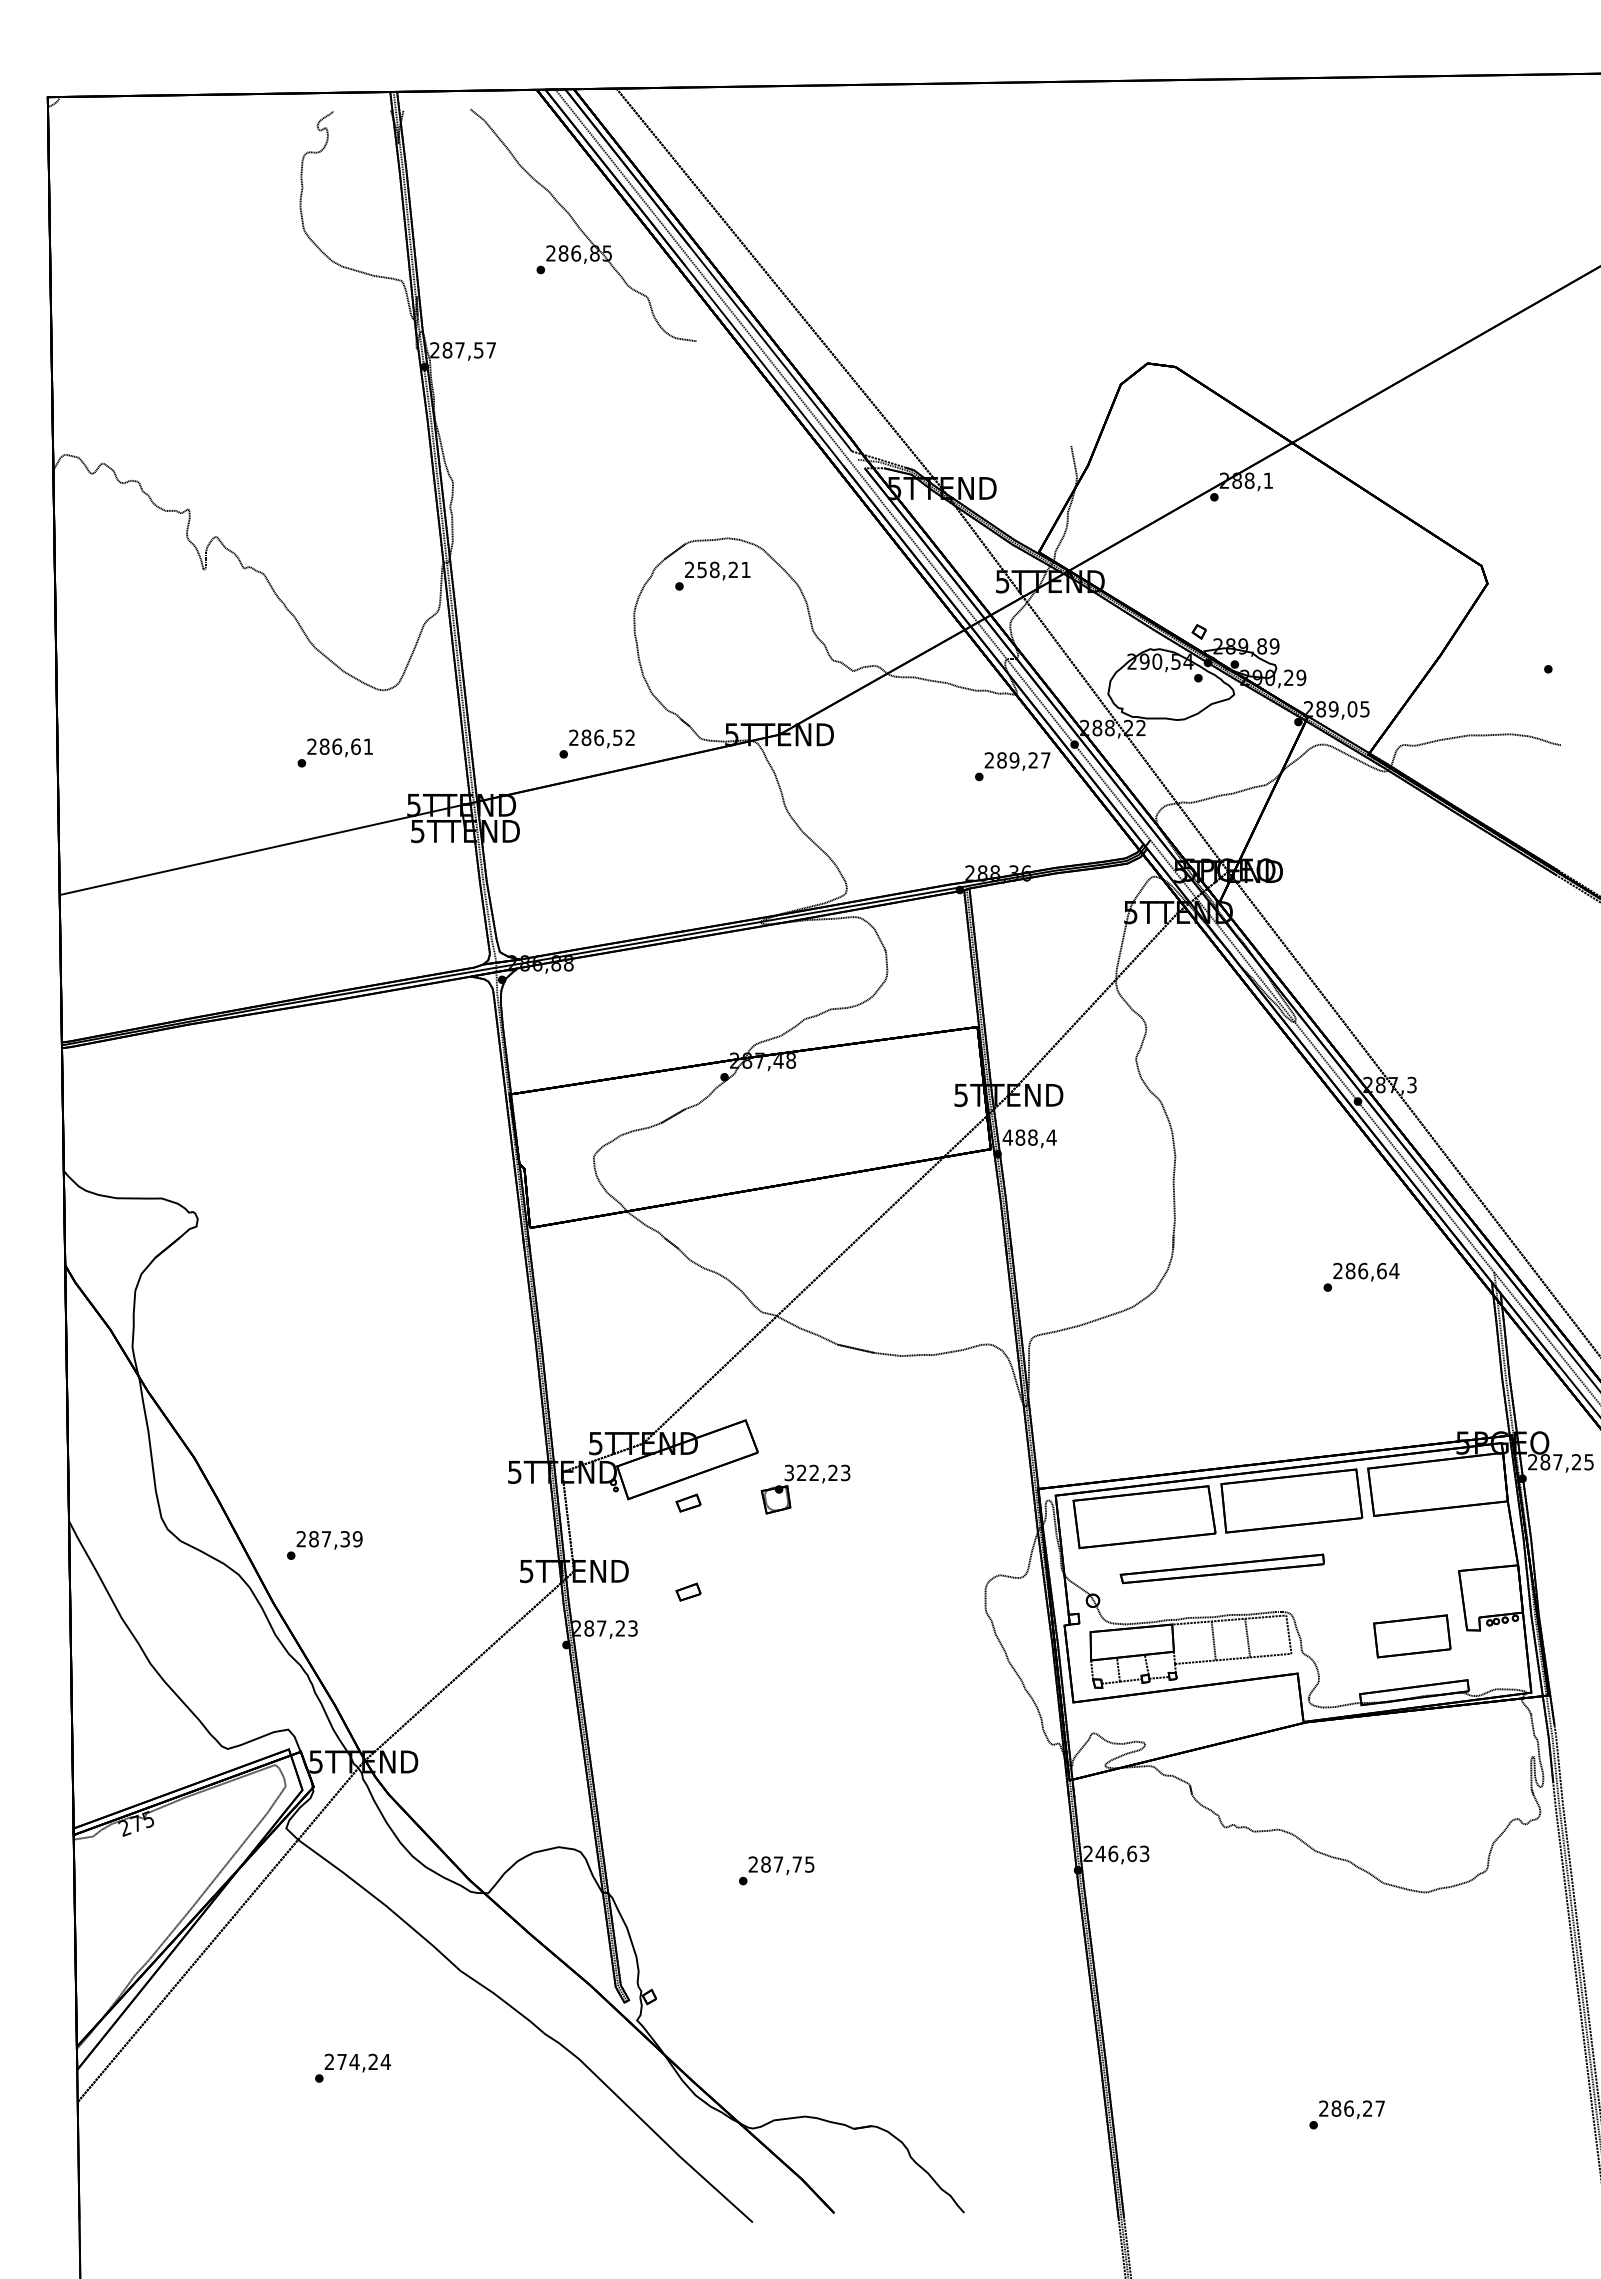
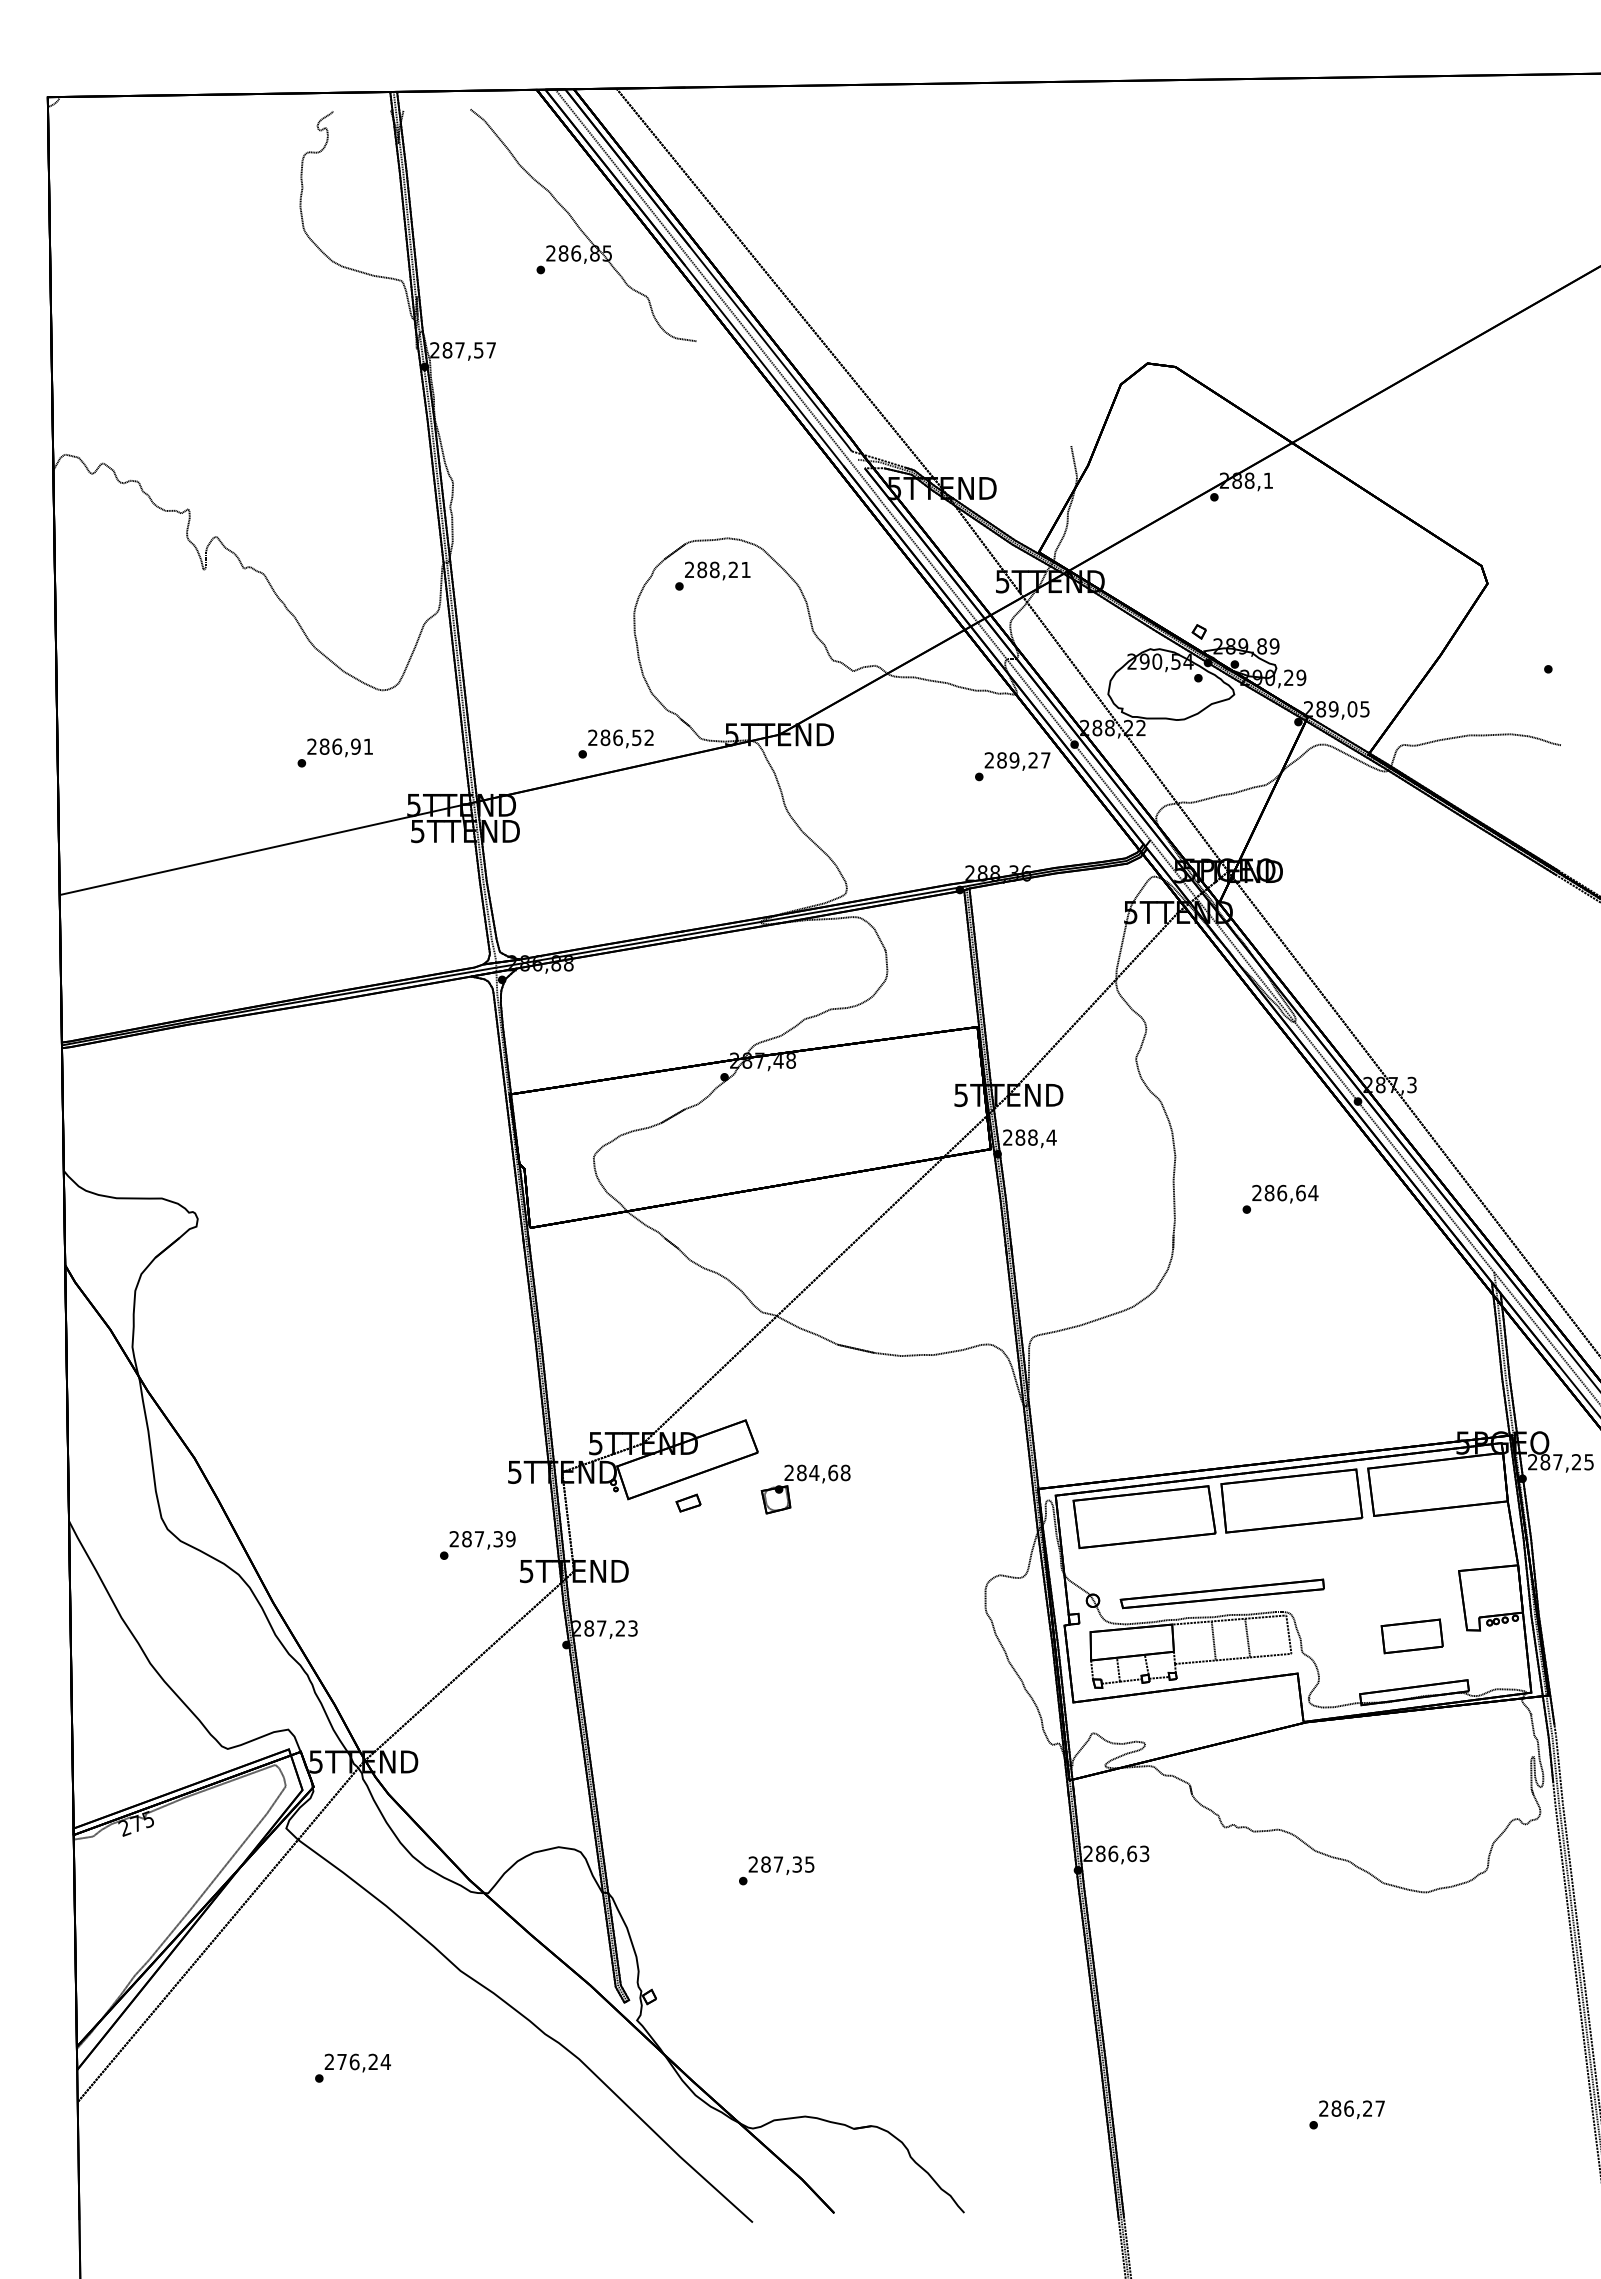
text at (702, 569): 258,21 -> 288,21
text at (596, 743) position: (596, 743) -> (615, 743)
text at (355, 746): 286,61 -> 286,91
text at (1007, 1137): 488,4 -> 288,4
text at (1361, 1276) position: (1361, 1276) -> (1280, 1198)
text at (817, 1472): 322,23 -> 284,68
text at (324, 1545) position: (324, 1545) -> (477, 1545)
part at (1221, 1568) position: (1221, 1568) -> (1221, 1593)
part at (688, 1591): present -> none
part at (1412, 1636) size: 79x45 px -> 64x37 px
text at (1100, 1853): 246,63 -> 286,63
text at (796, 1864): 287,75 -> 287,35
text at (354, 2061): 274,24 -> 276,24
